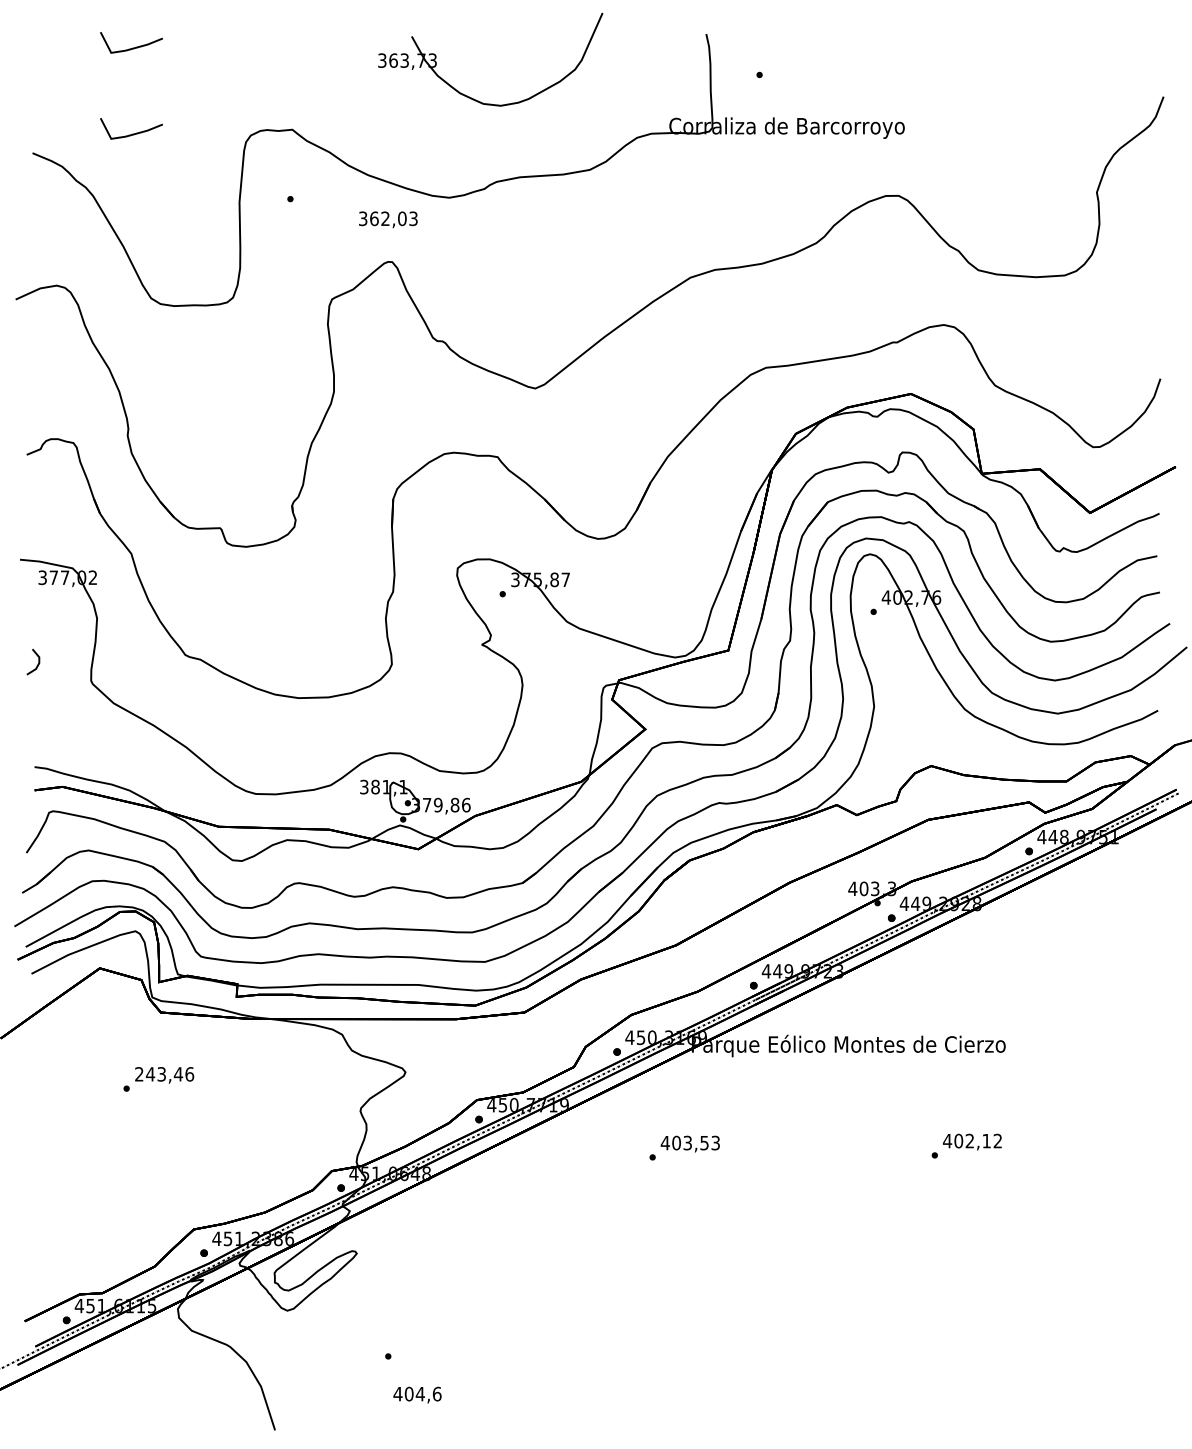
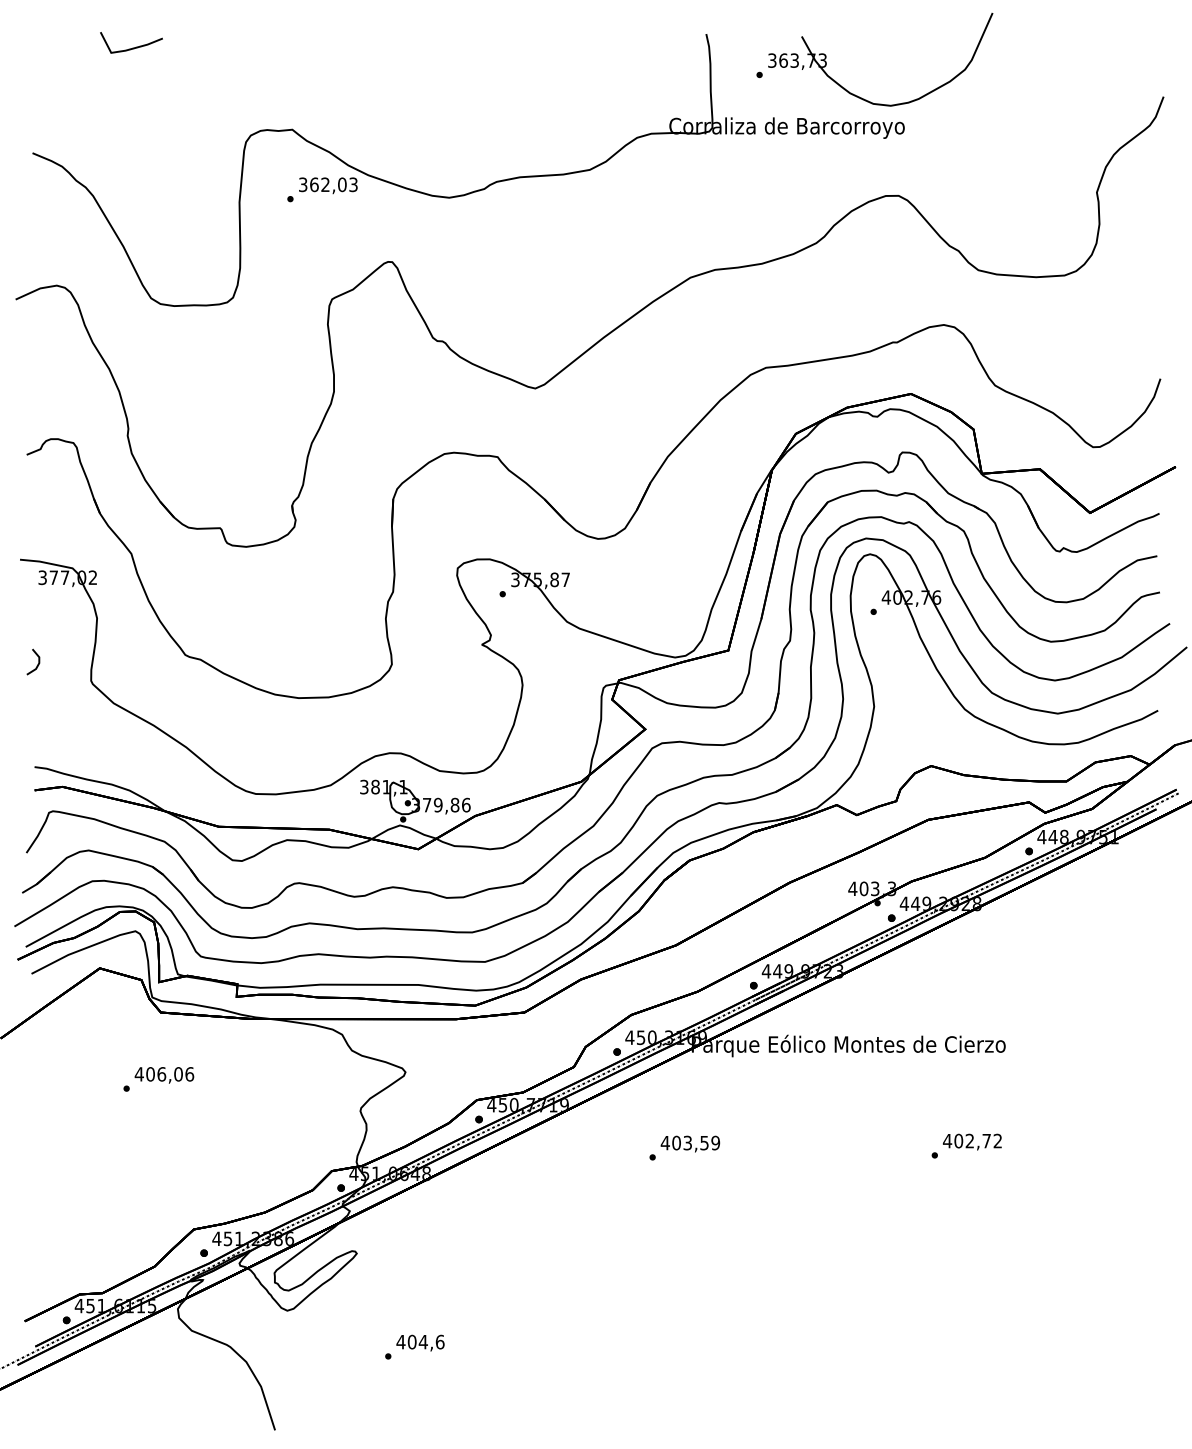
part at (474, 98) position: (474, 98) -> (864, 98)
line at (132, 133): present -> none
text at (388, 219) position: (388, 219) -> (328, 185)
text at (158, 1074): 243,46 -> 406,06
text at (986, 1141): 402,12 -> 402,72
text at (715, 1142): 403,53 -> 403,59
text at (417, 1394) position: (417, 1394) -> (420, 1342)
